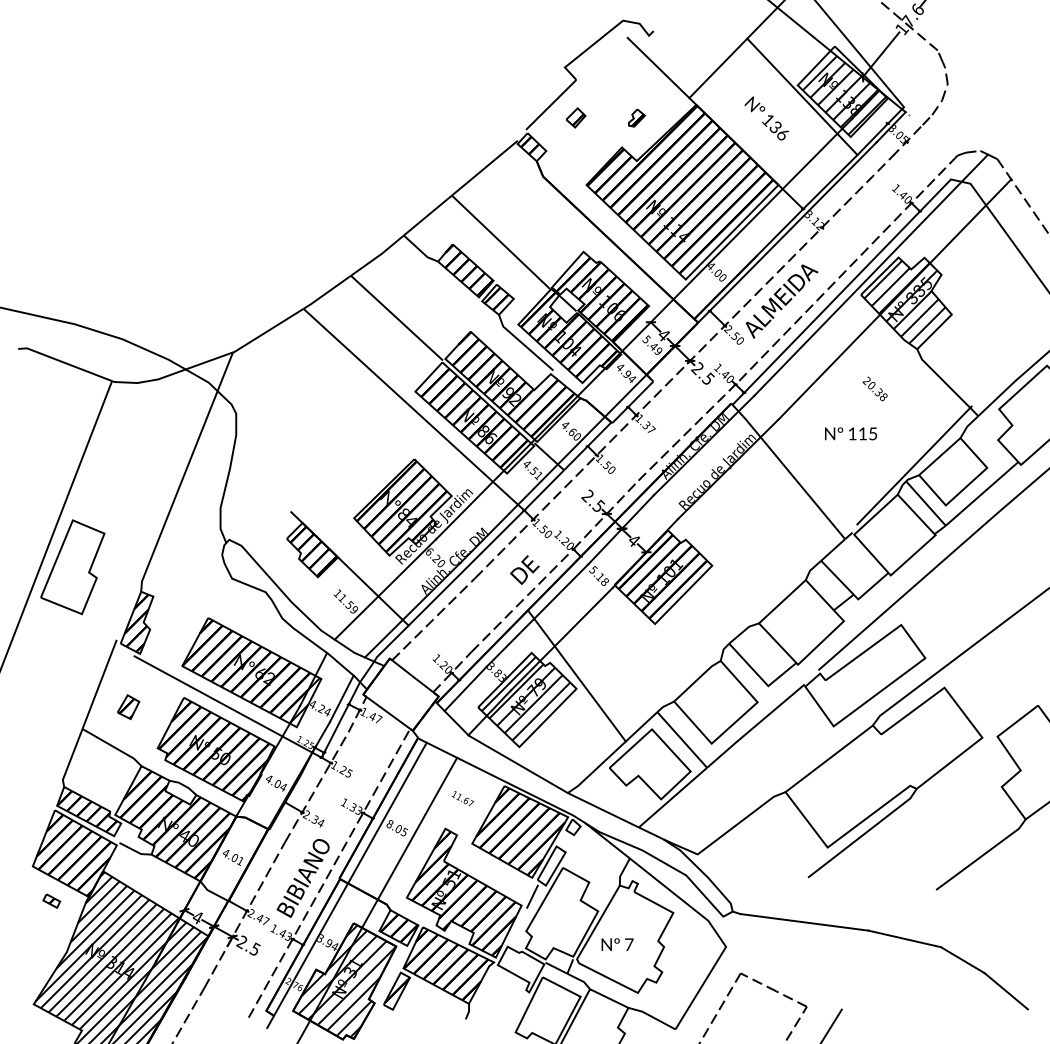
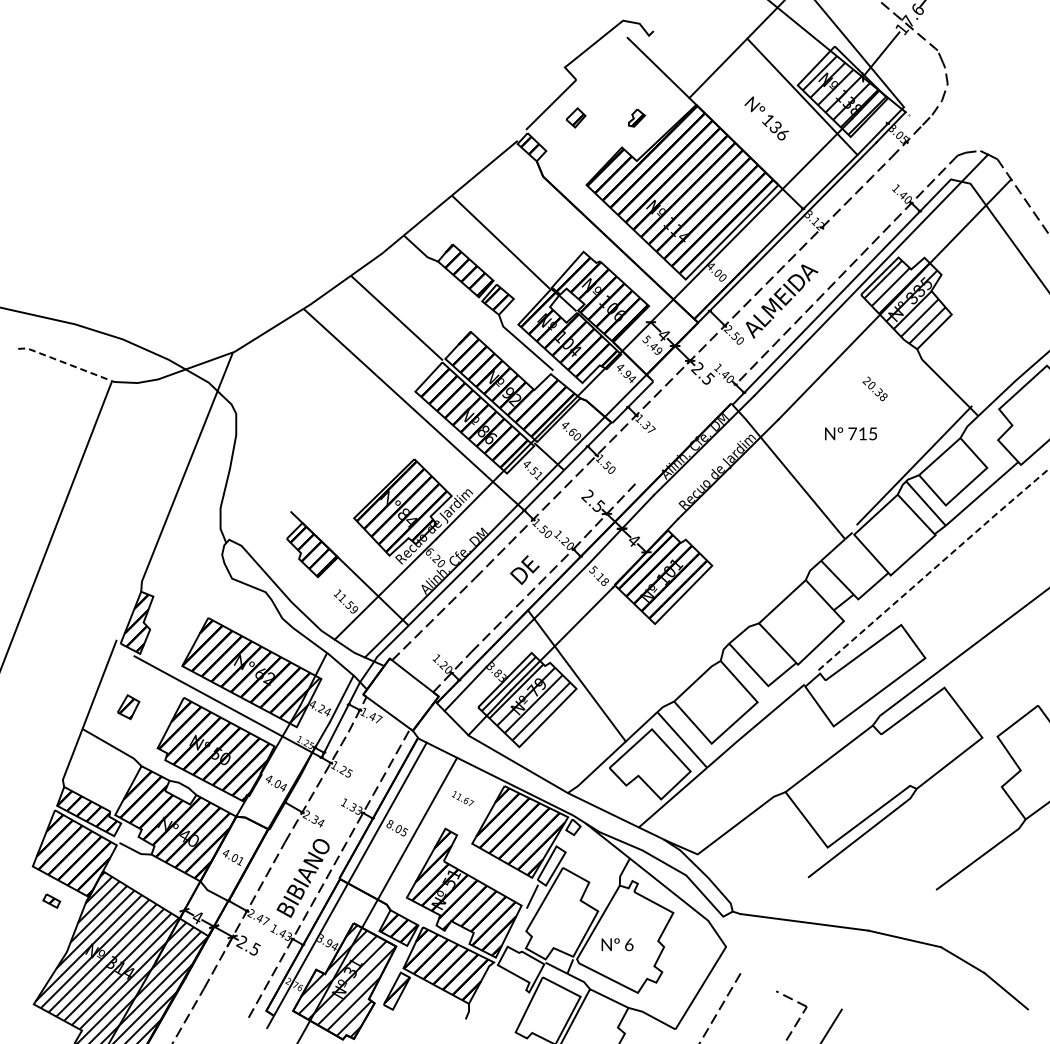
line at (64, 362): solid -> dashed
line at (688, 430): present -> none
text at (852, 433): 115 -> 715
part at (72, 567): present -> none
line at (934, 568): solid -> dashed
text at (629, 944): 7 -> 6
line at (758, 982): present -> none
